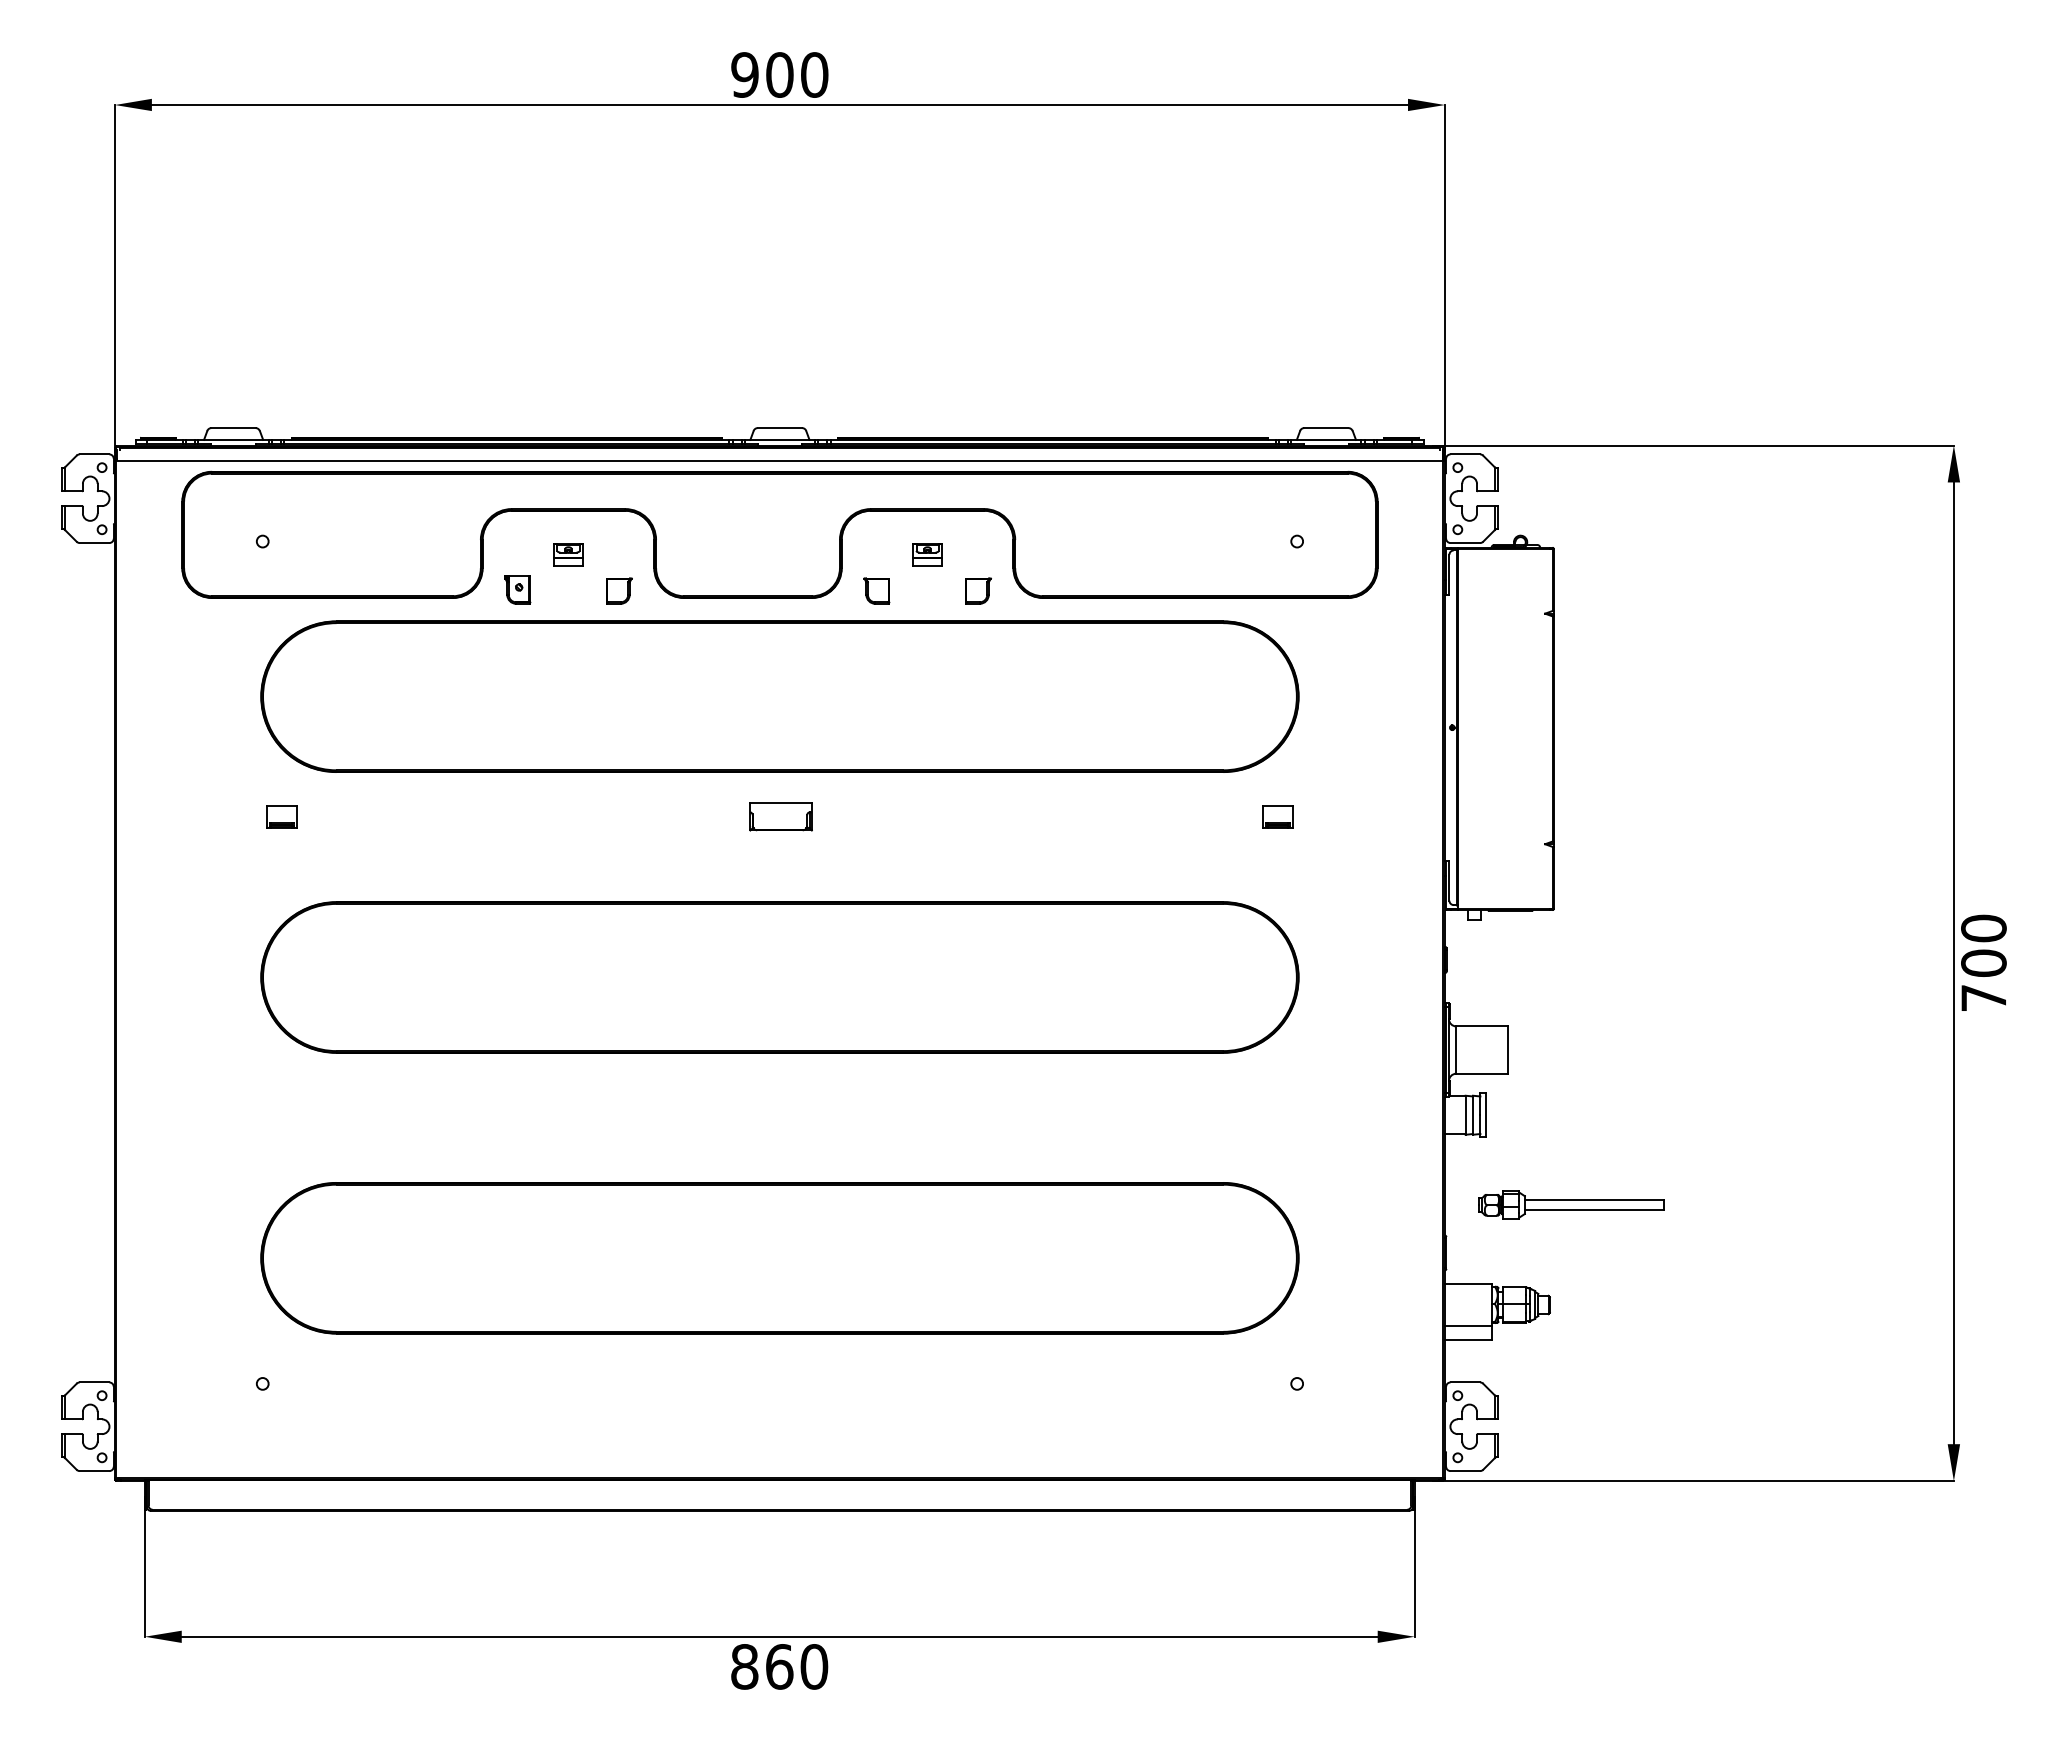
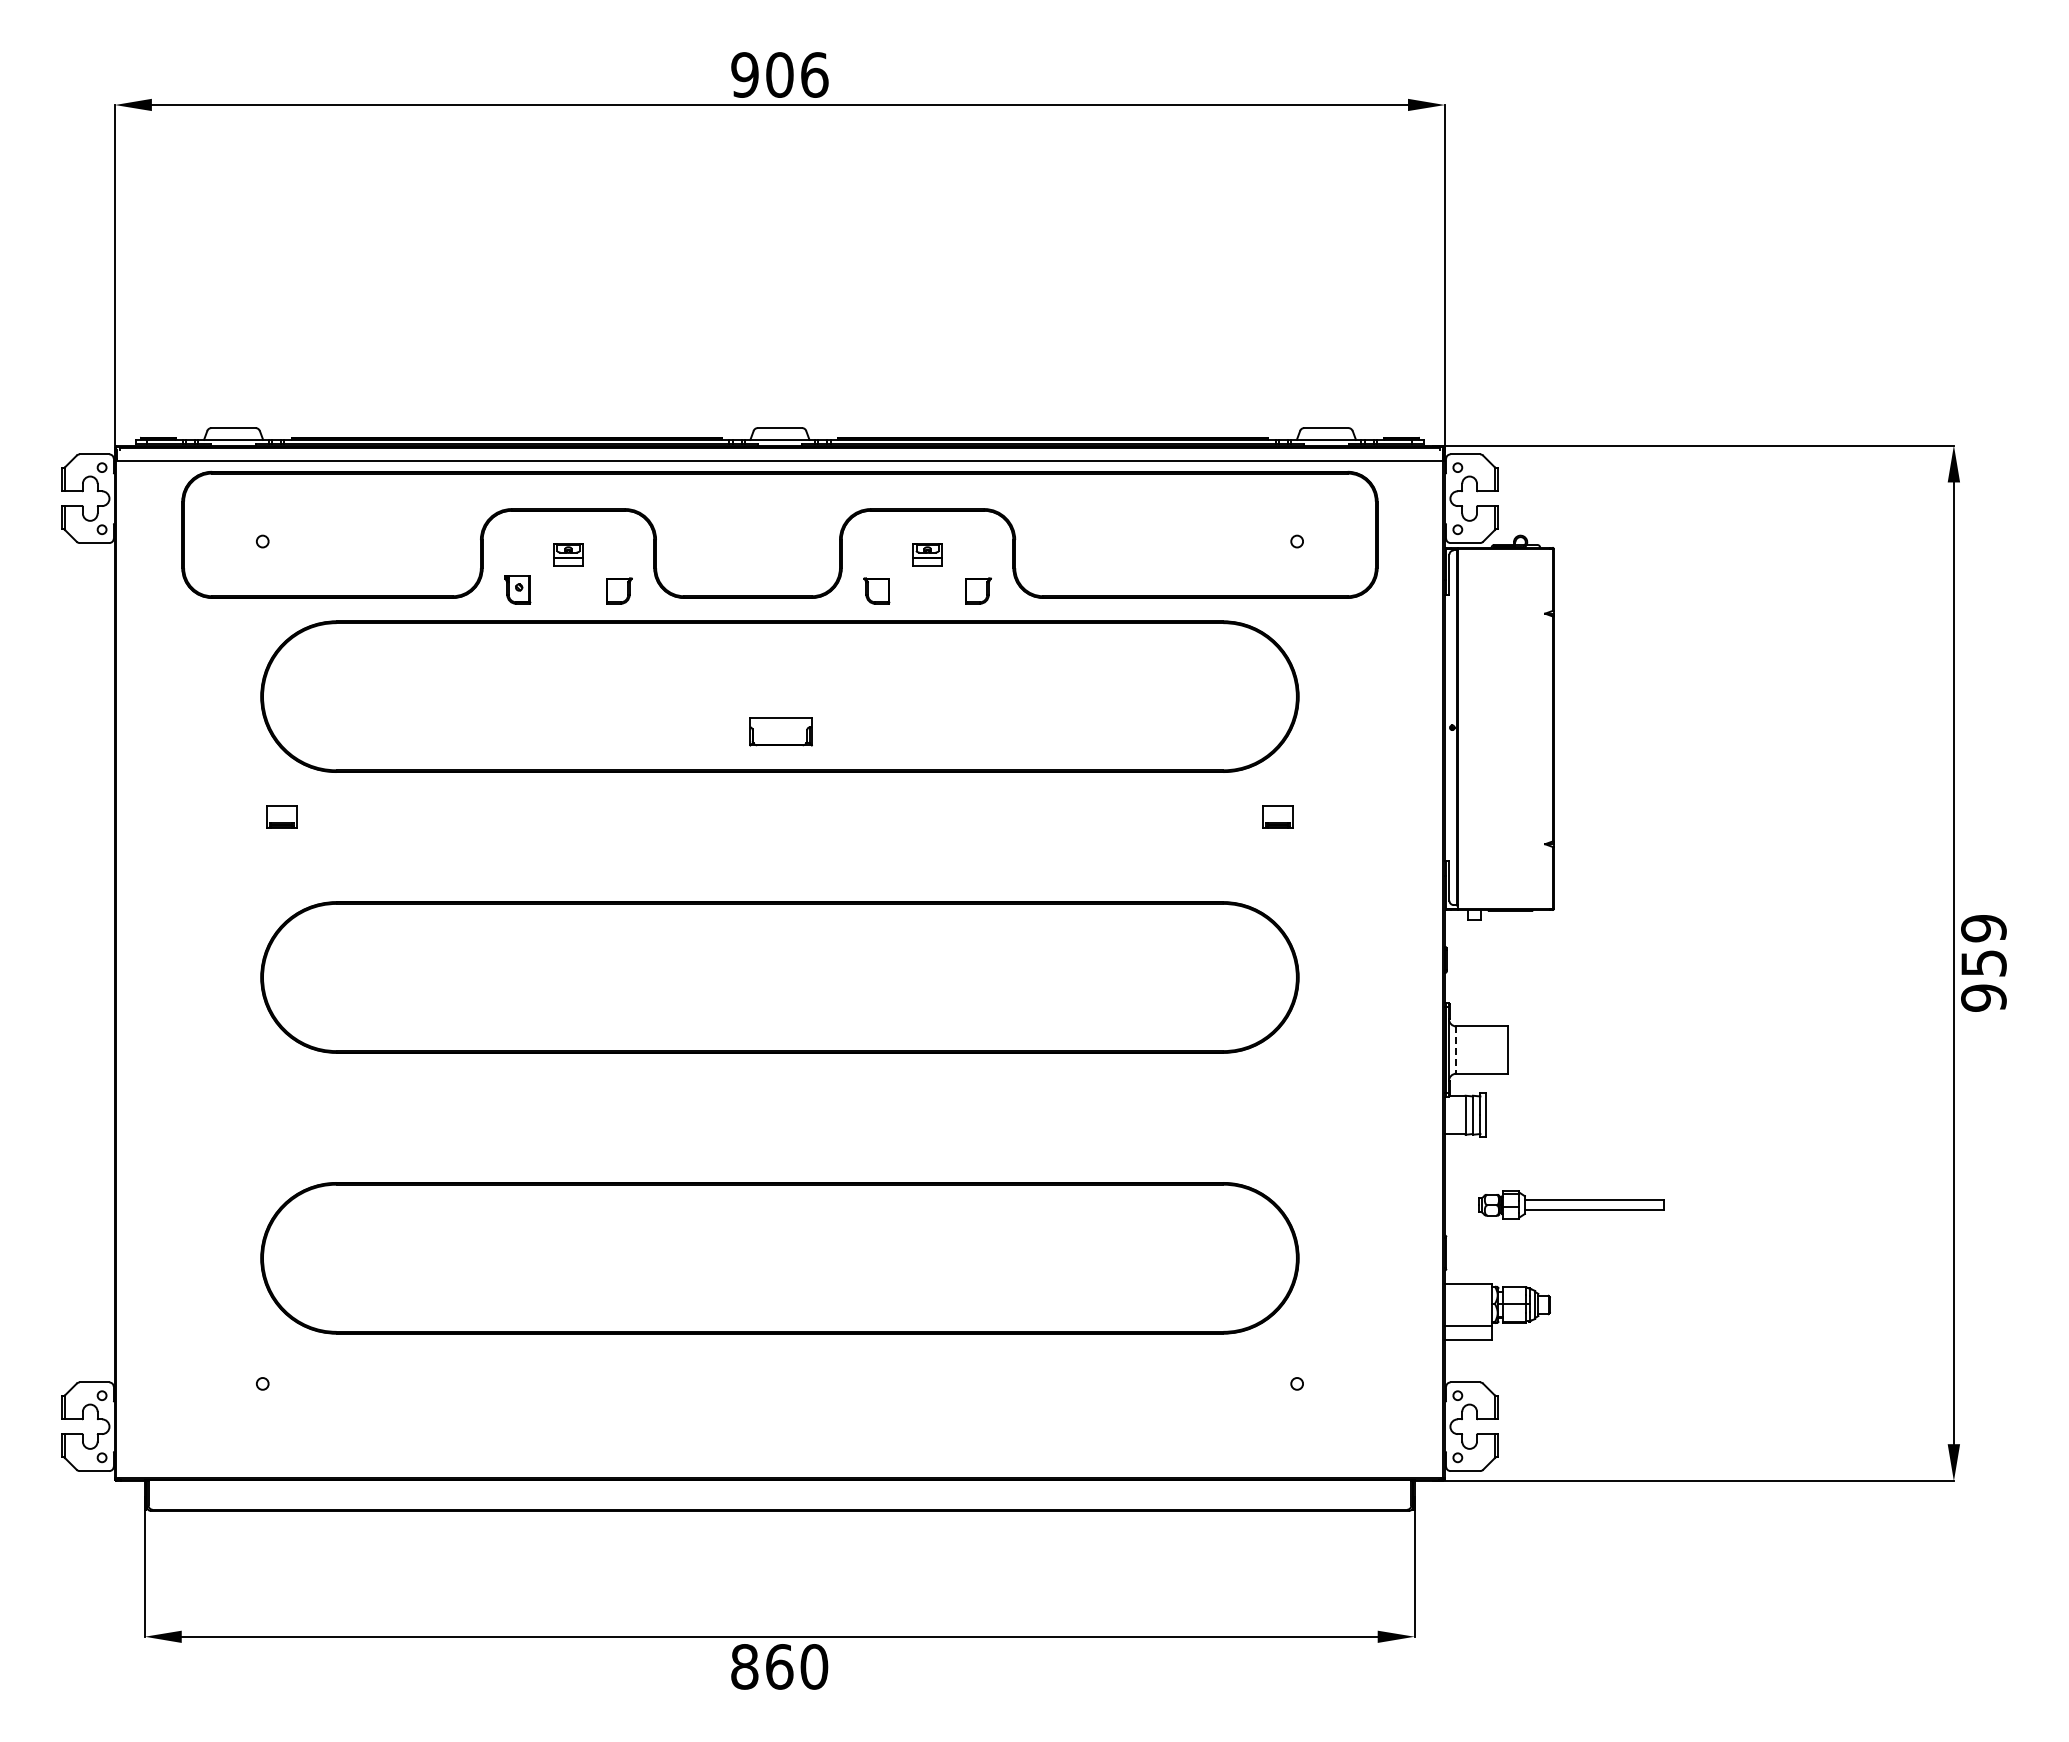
text at (814, 74): 900 -> 906
part at (780, 816) position: (780, 816) -> (780, 731)
text at (1983, 962): 700 -> 959
line at (1456, 1050): solid -> dashed
